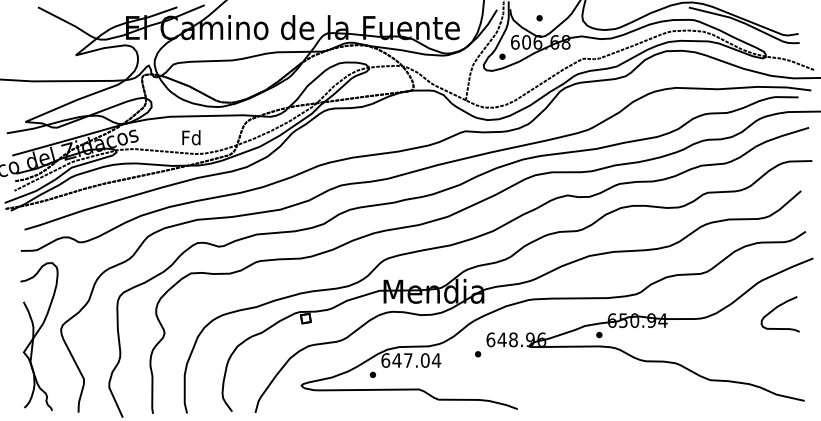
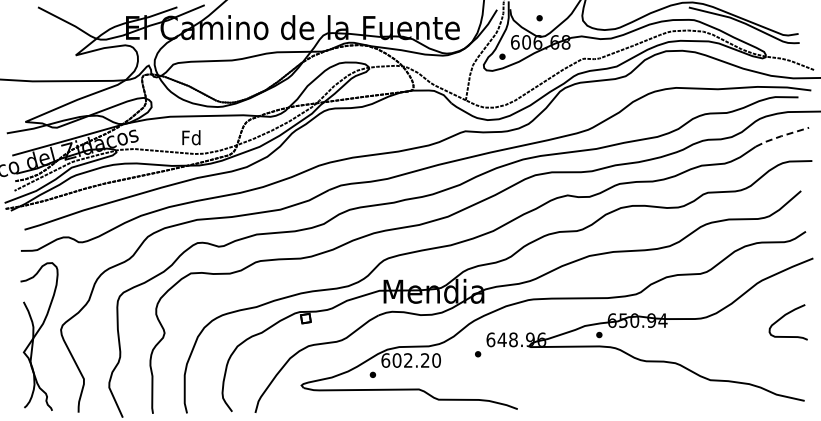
line at (781, 136): solid -> dashed
curve at (775, 309) position: (775, 309) -> (783, 317)
text at (416, 360): 647.04 -> 602.20
